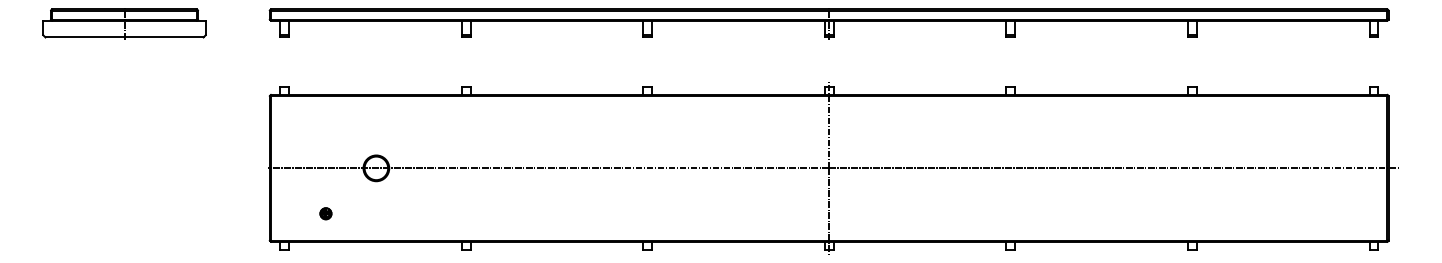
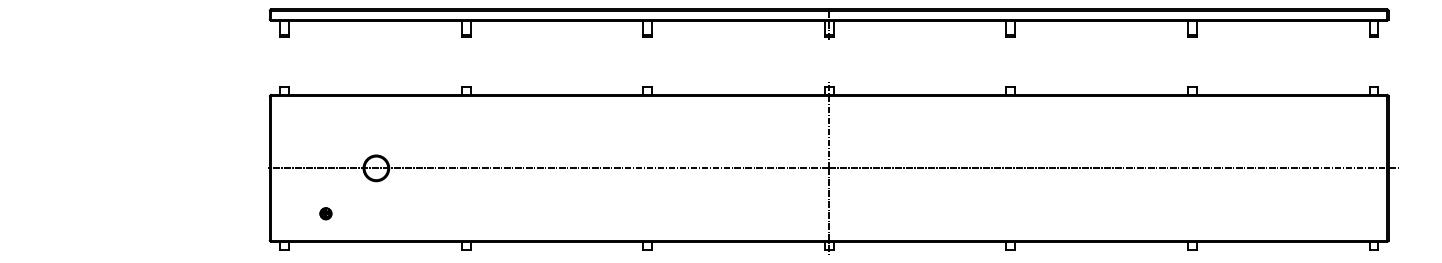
part at (124, 23): present -> none
